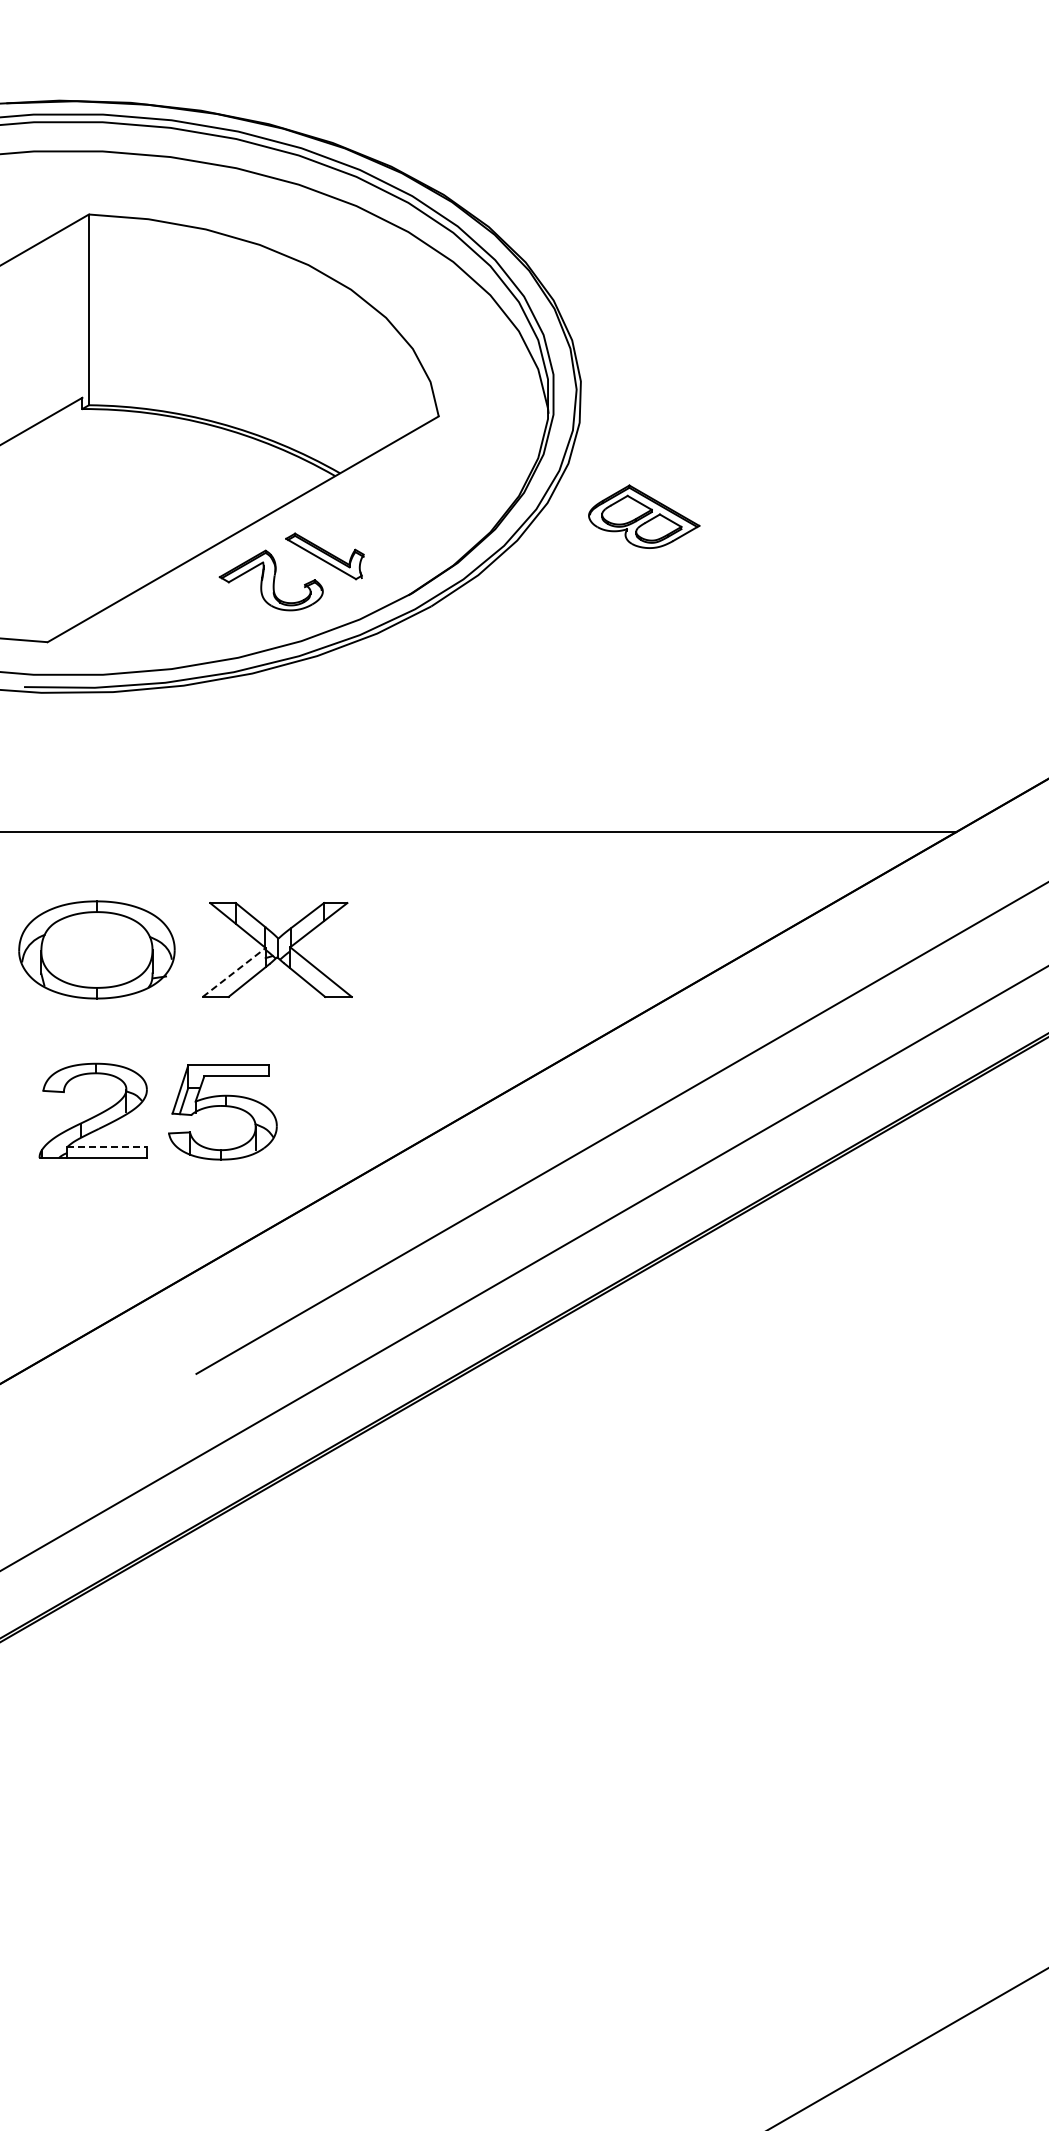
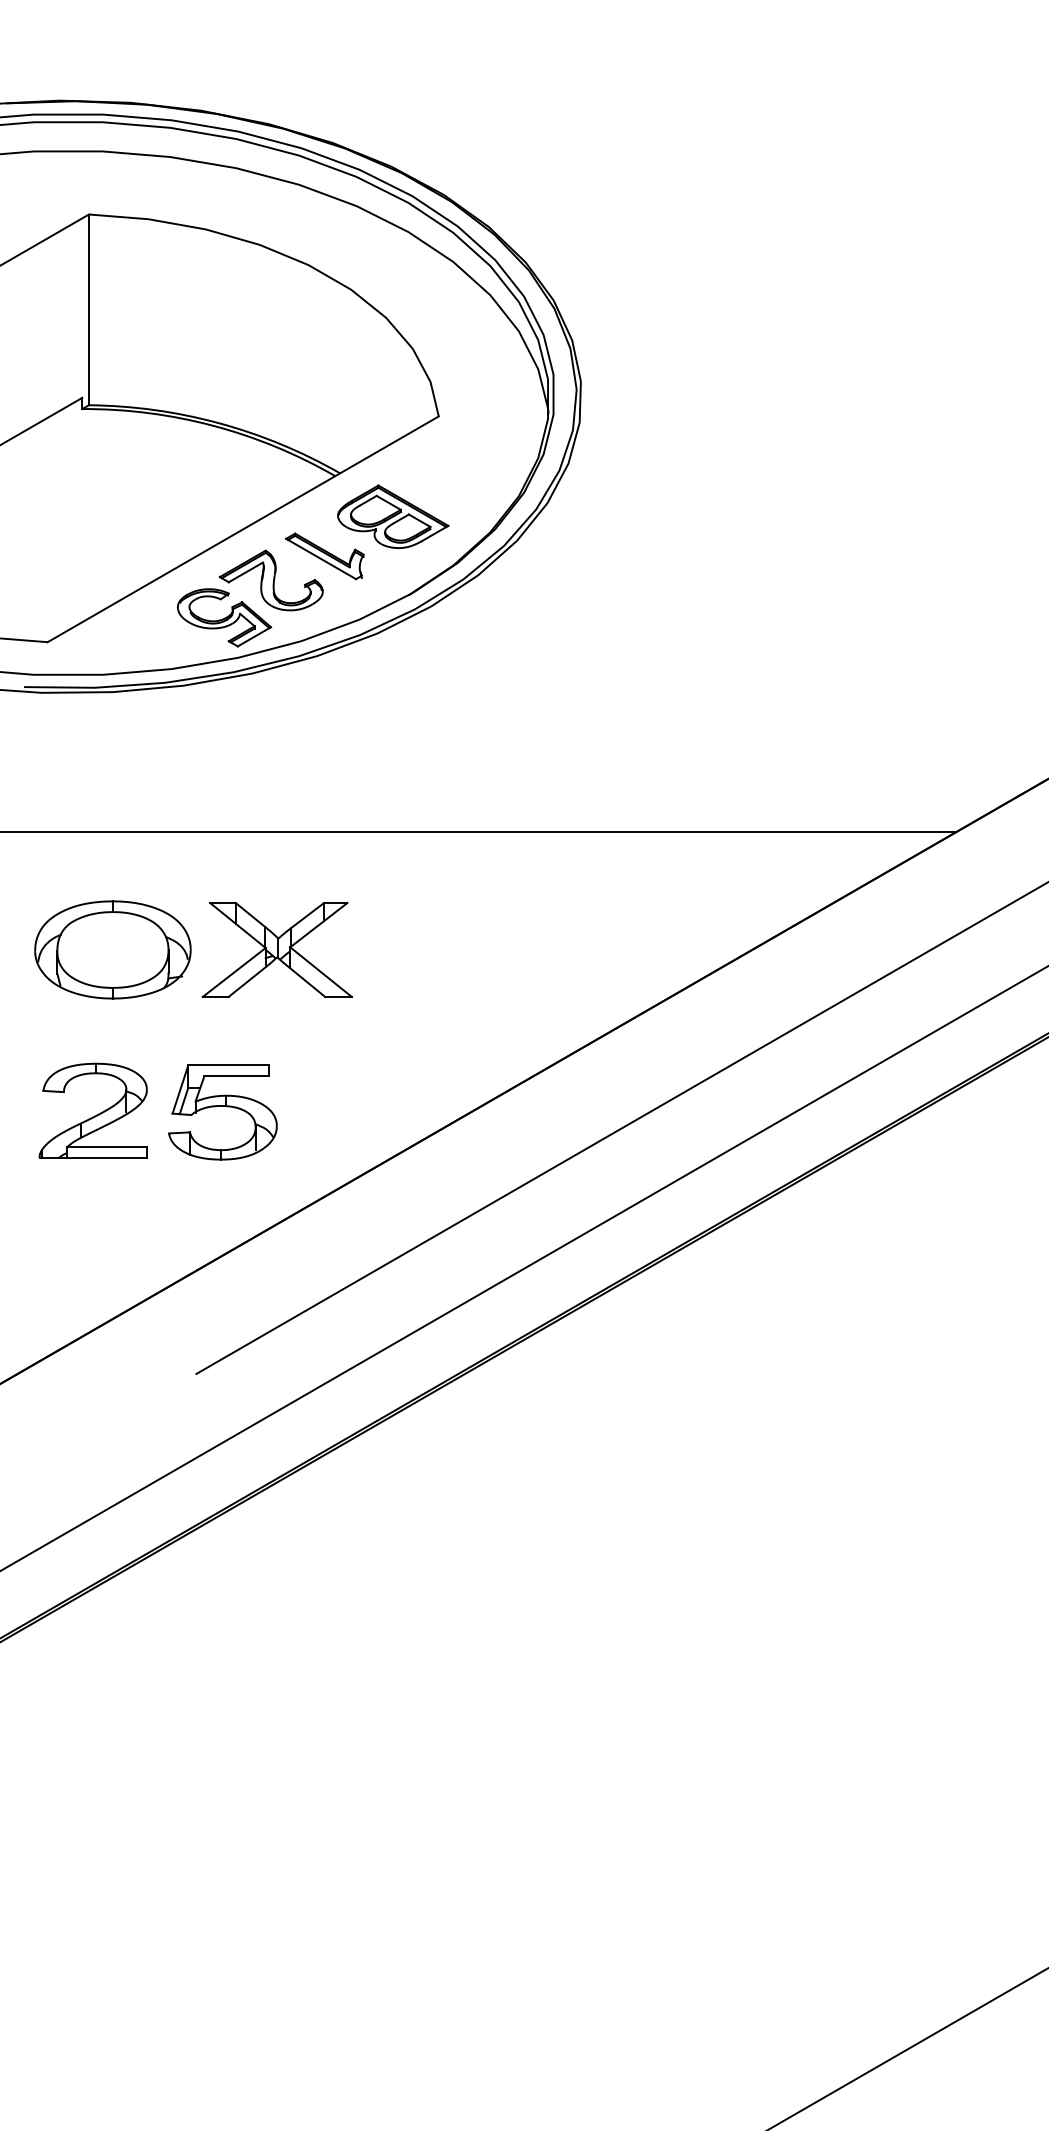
part at (644, 516) position: (644, 516) -> (393, 516)
part at (224, 617): none -> present
part at (96, 949) position: (96, 949) -> (112, 949)
line at (234, 972): dashed -> solid
line at (107, 1146): dashed -> solid
